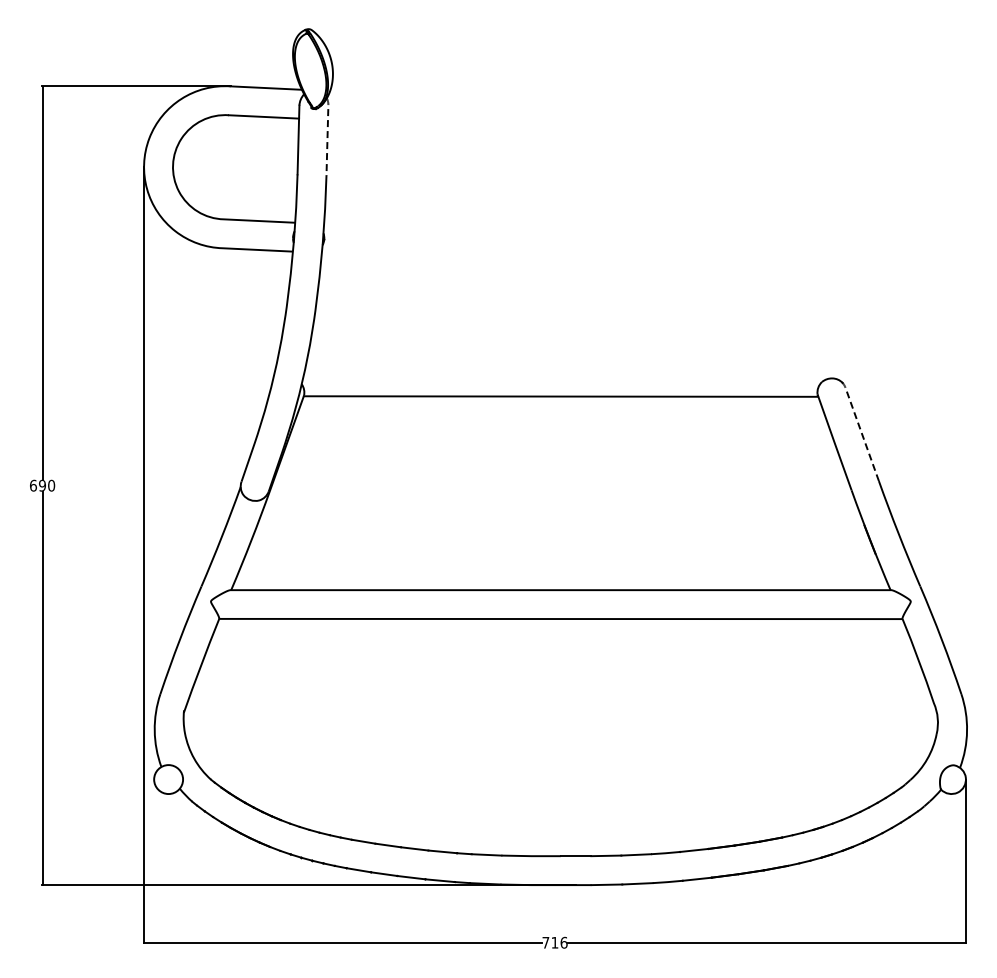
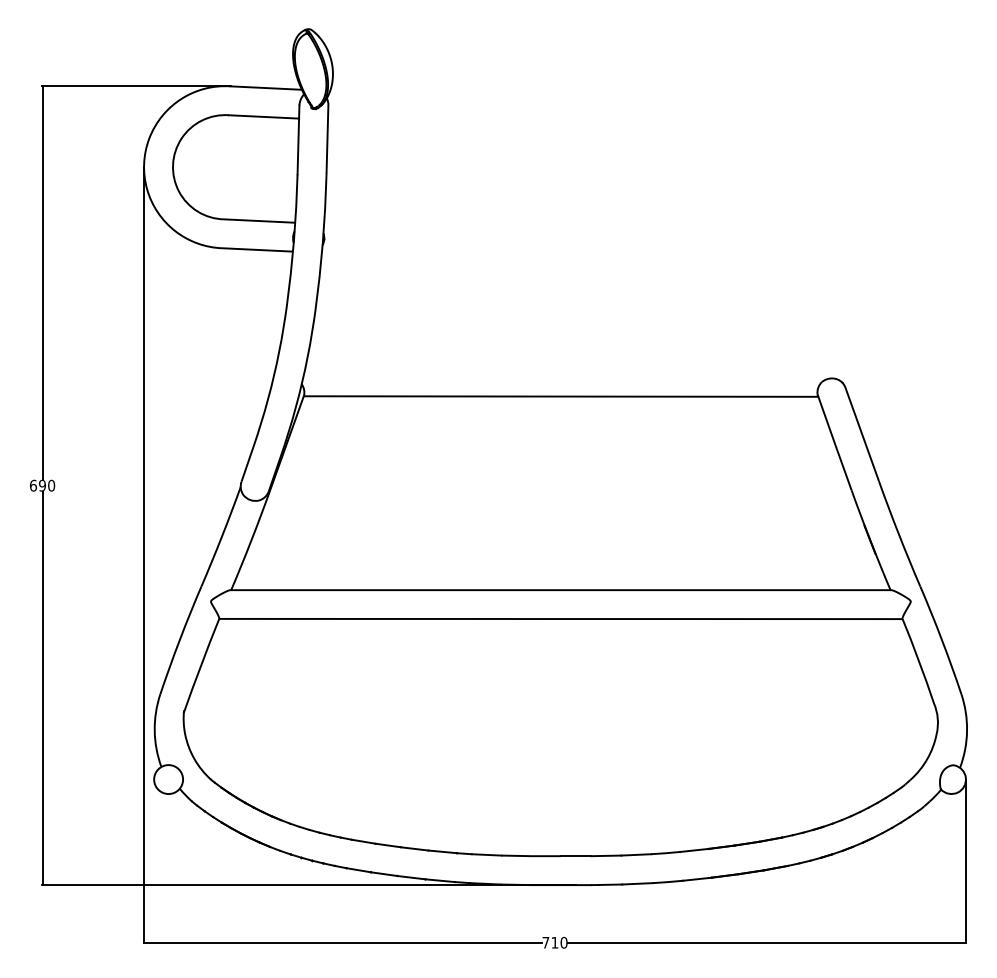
line at (327, 134): dashed -> solid
line at (860, 428): dashed -> solid
text at (563, 942): 716 -> 710
